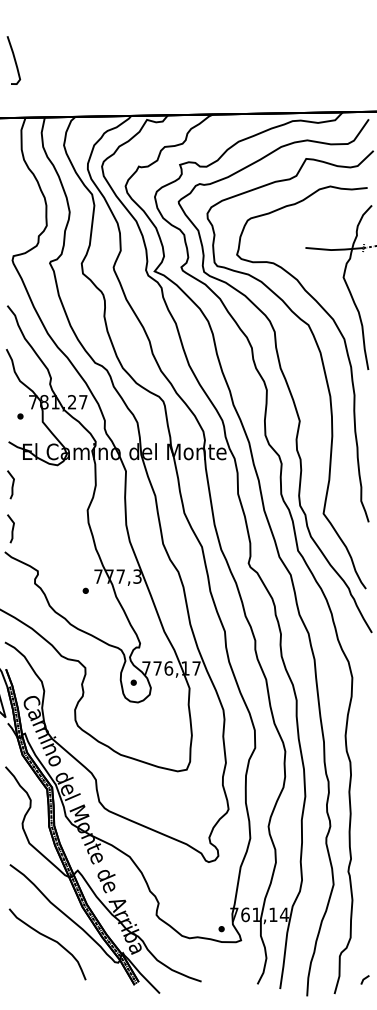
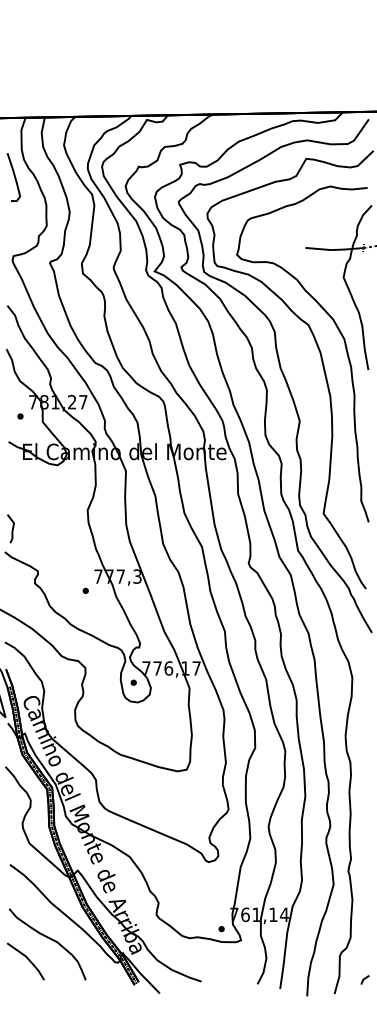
curve at (14, 60) position: (14, 60) -> (14, 177)
line at (12, 484): present -> none
line at (27, 959): none -> present
